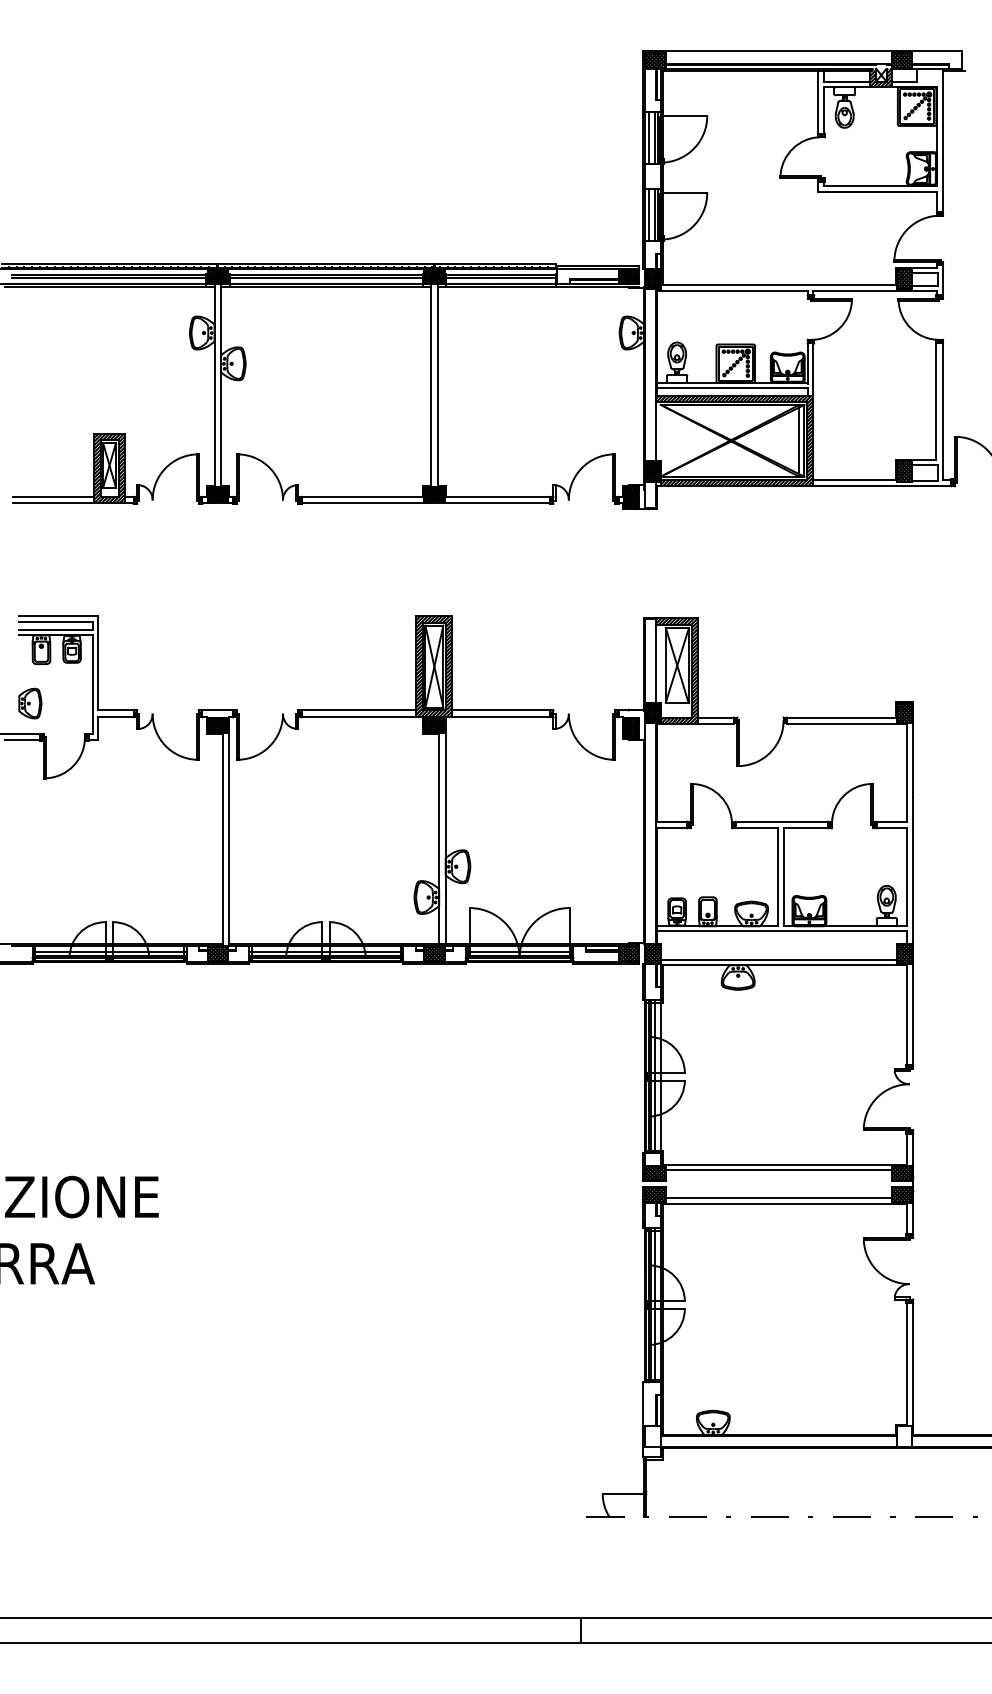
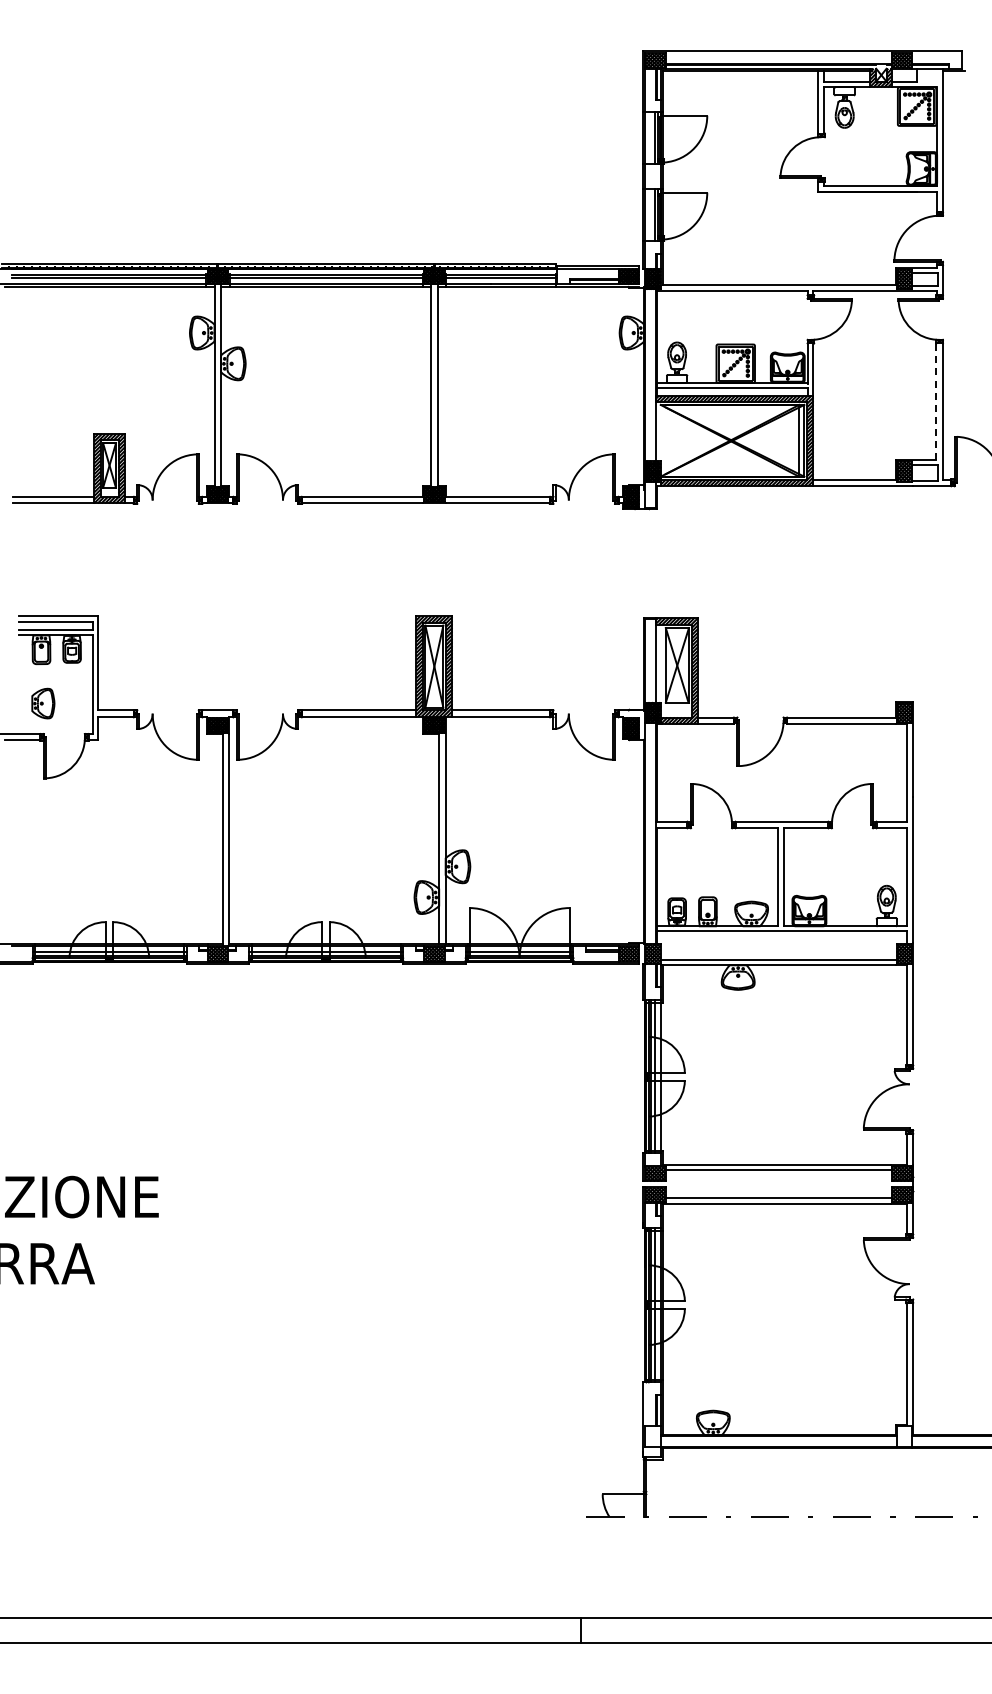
line at (648, 137): present -> none
line at (648, 214): present -> none
line at (936, 401): solid -> dashed
part at (30, 703) position: (30, 703) -> (43, 703)
